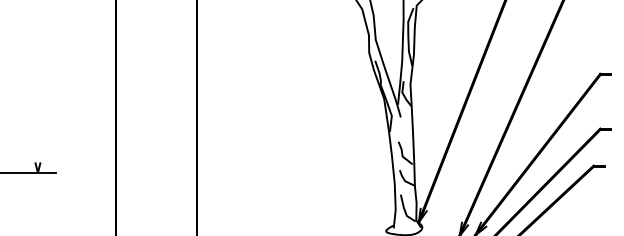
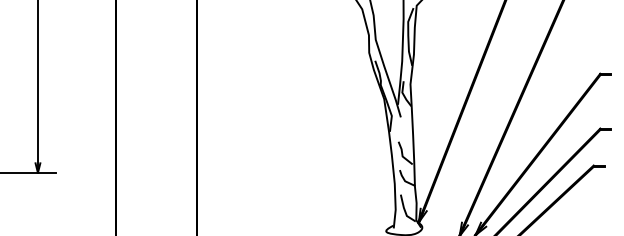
line at (37, 87): none -> present
